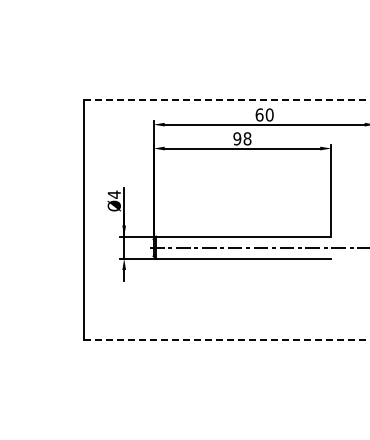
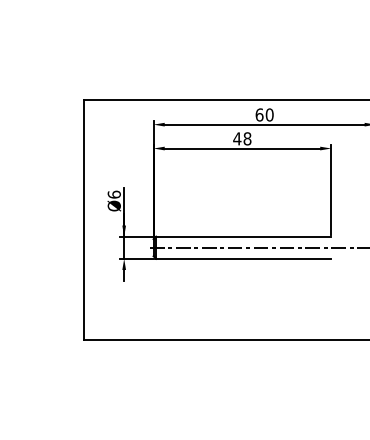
line at (227, 99): dashed -> solid
text at (237, 138): 98 -> 48
text at (113, 194): Ø4 -> Ø6
line at (227, 340): dashed -> solid
